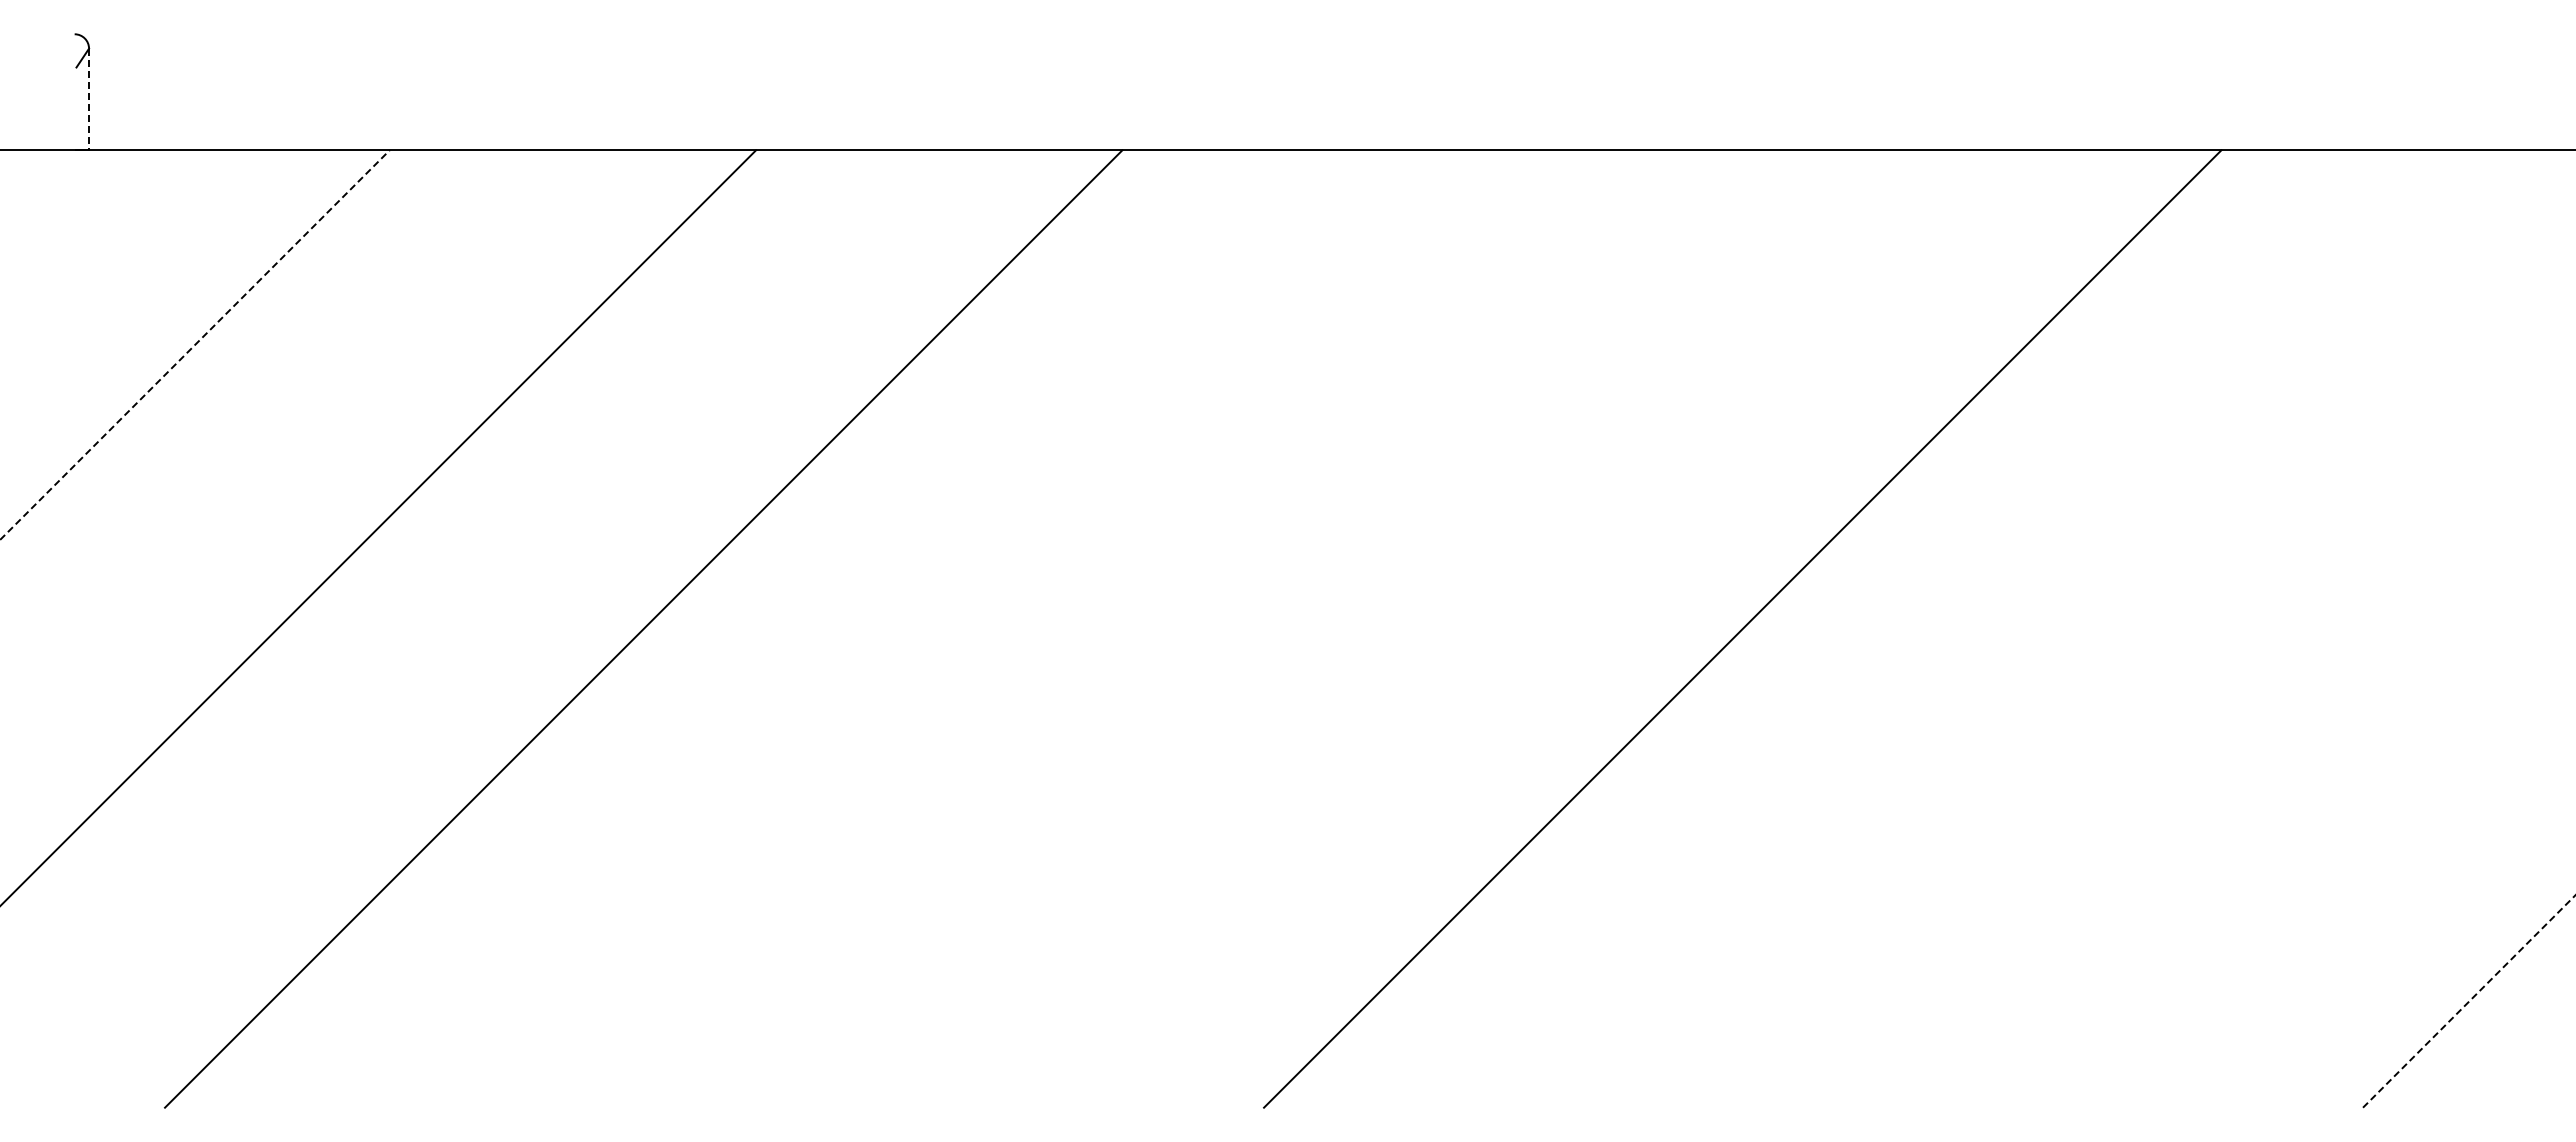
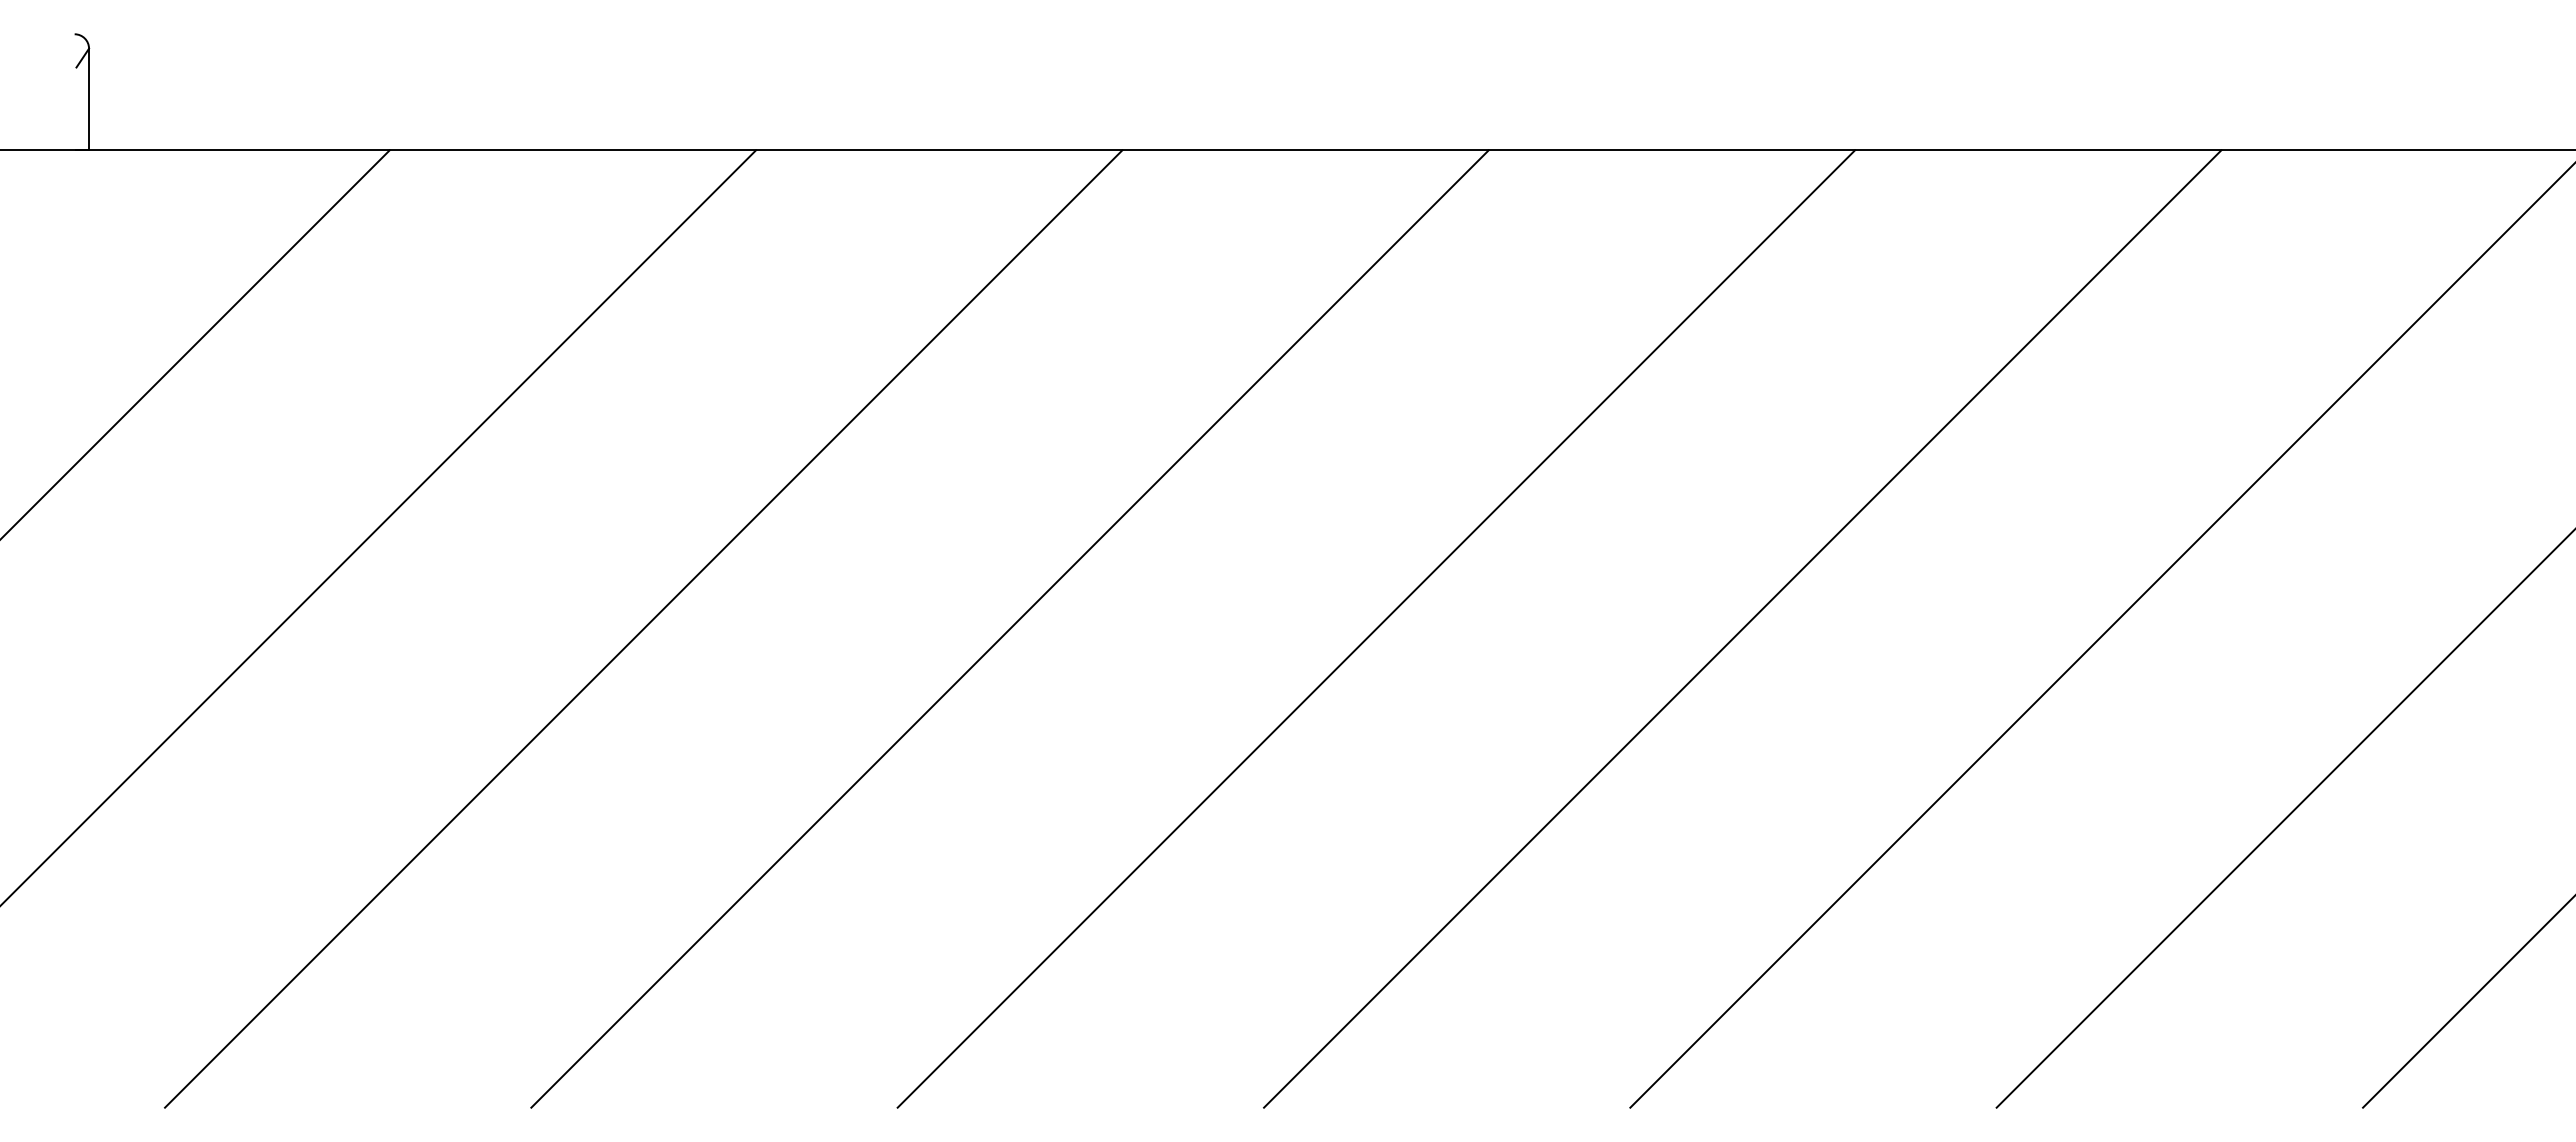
line at (89, 99): dashed -> solid
line at (195, 344): dashed -> solid
line at (1009, 628): none -> present
line at (1376, 628): none -> present
line at (2101, 636): none -> present
line at (2284, 819): none -> present
line at (2469, 1000): dashed -> solid
